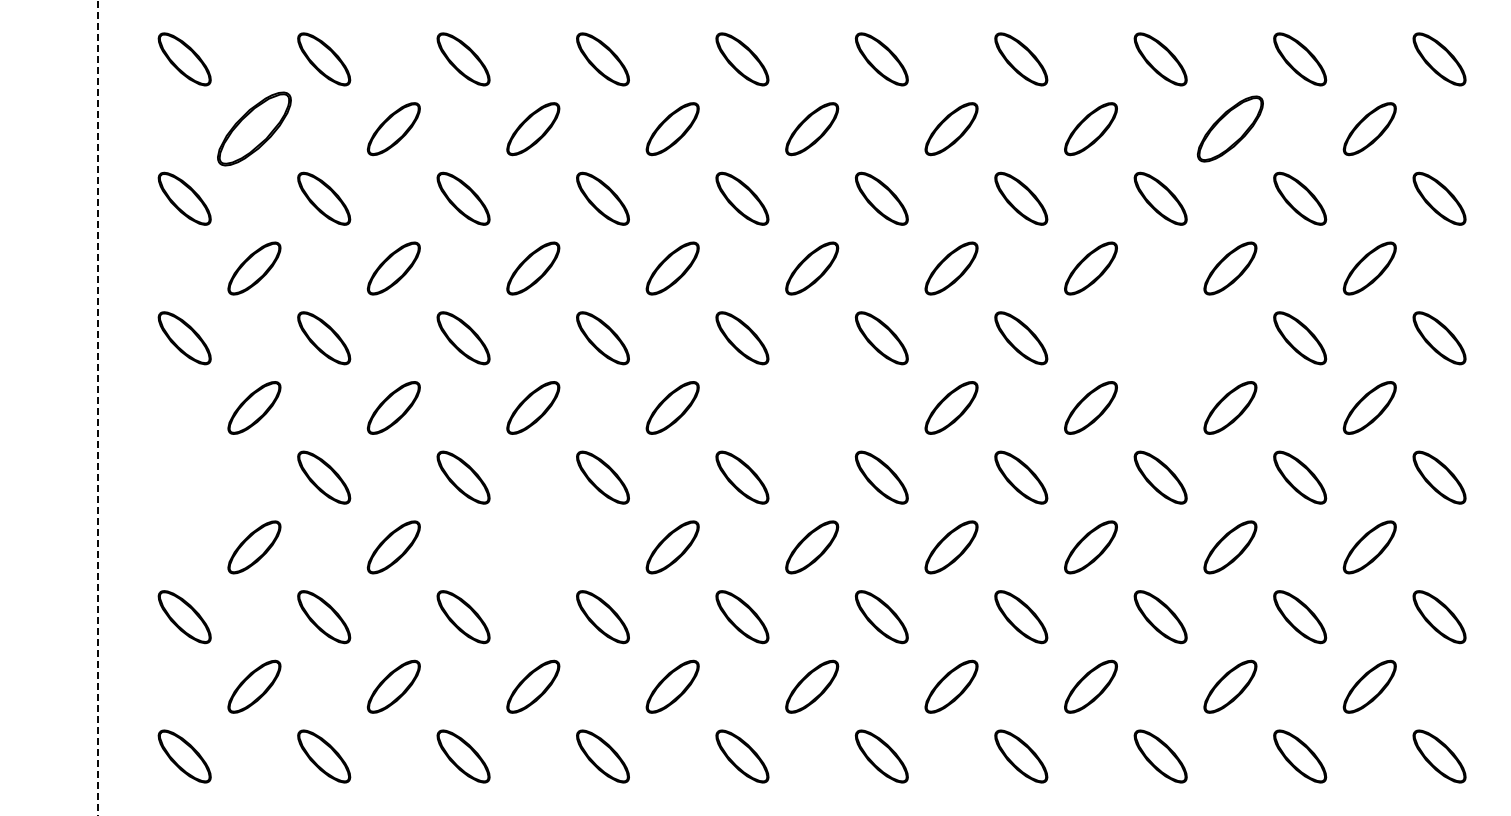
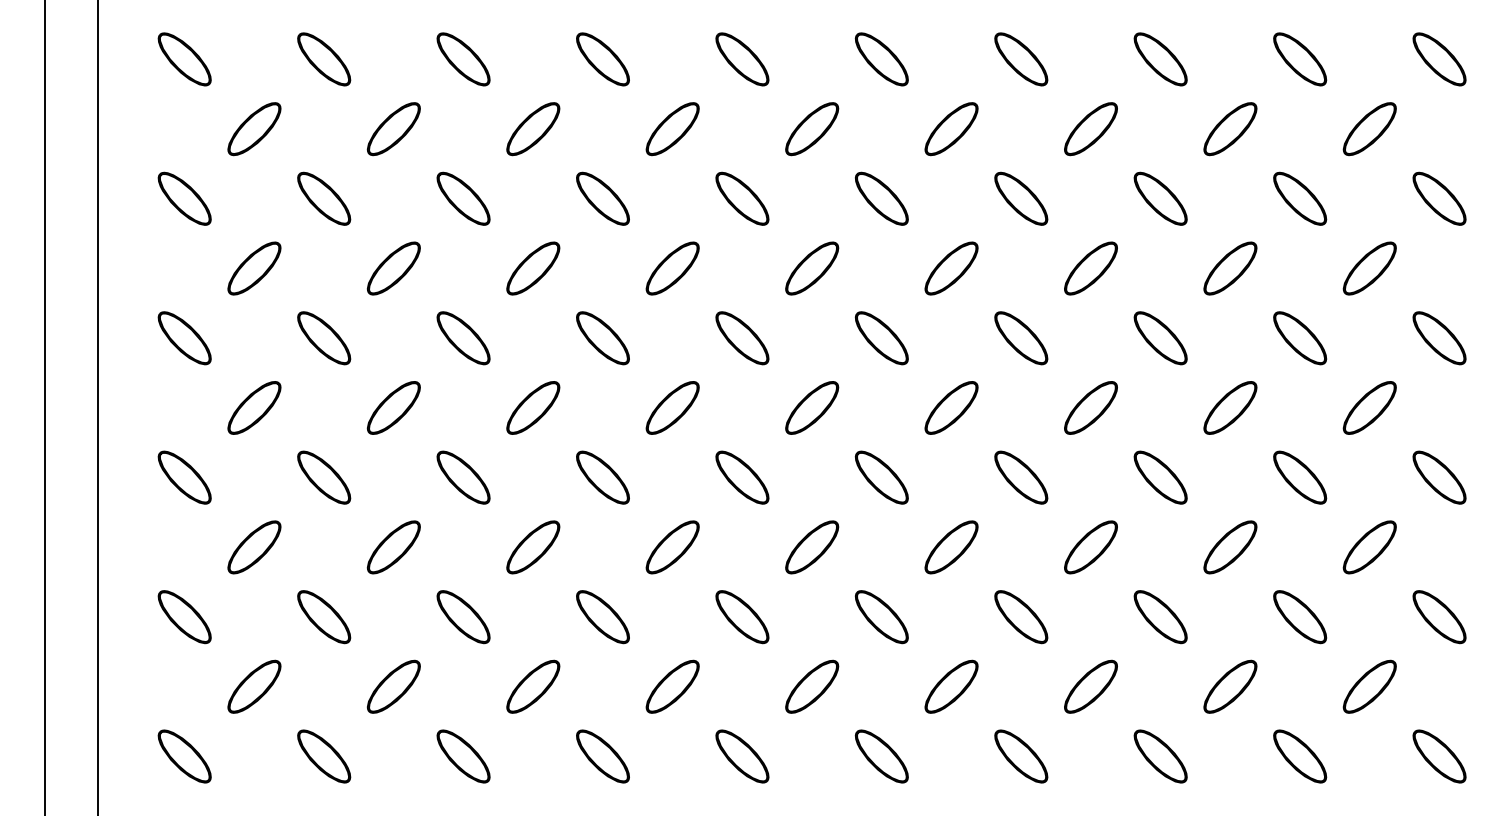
part at (254, 128) size: 75x76 px -> 55x55 px
part at (1229, 128) size: 68x68 px -> 55x55 px
part at (1160, 338): none -> present
line at (45, 407): none -> present
part at (812, 407): none -> present
line at (97, 408): dashed -> solid
part at (184, 477): none -> present
part at (533, 547): none -> present
